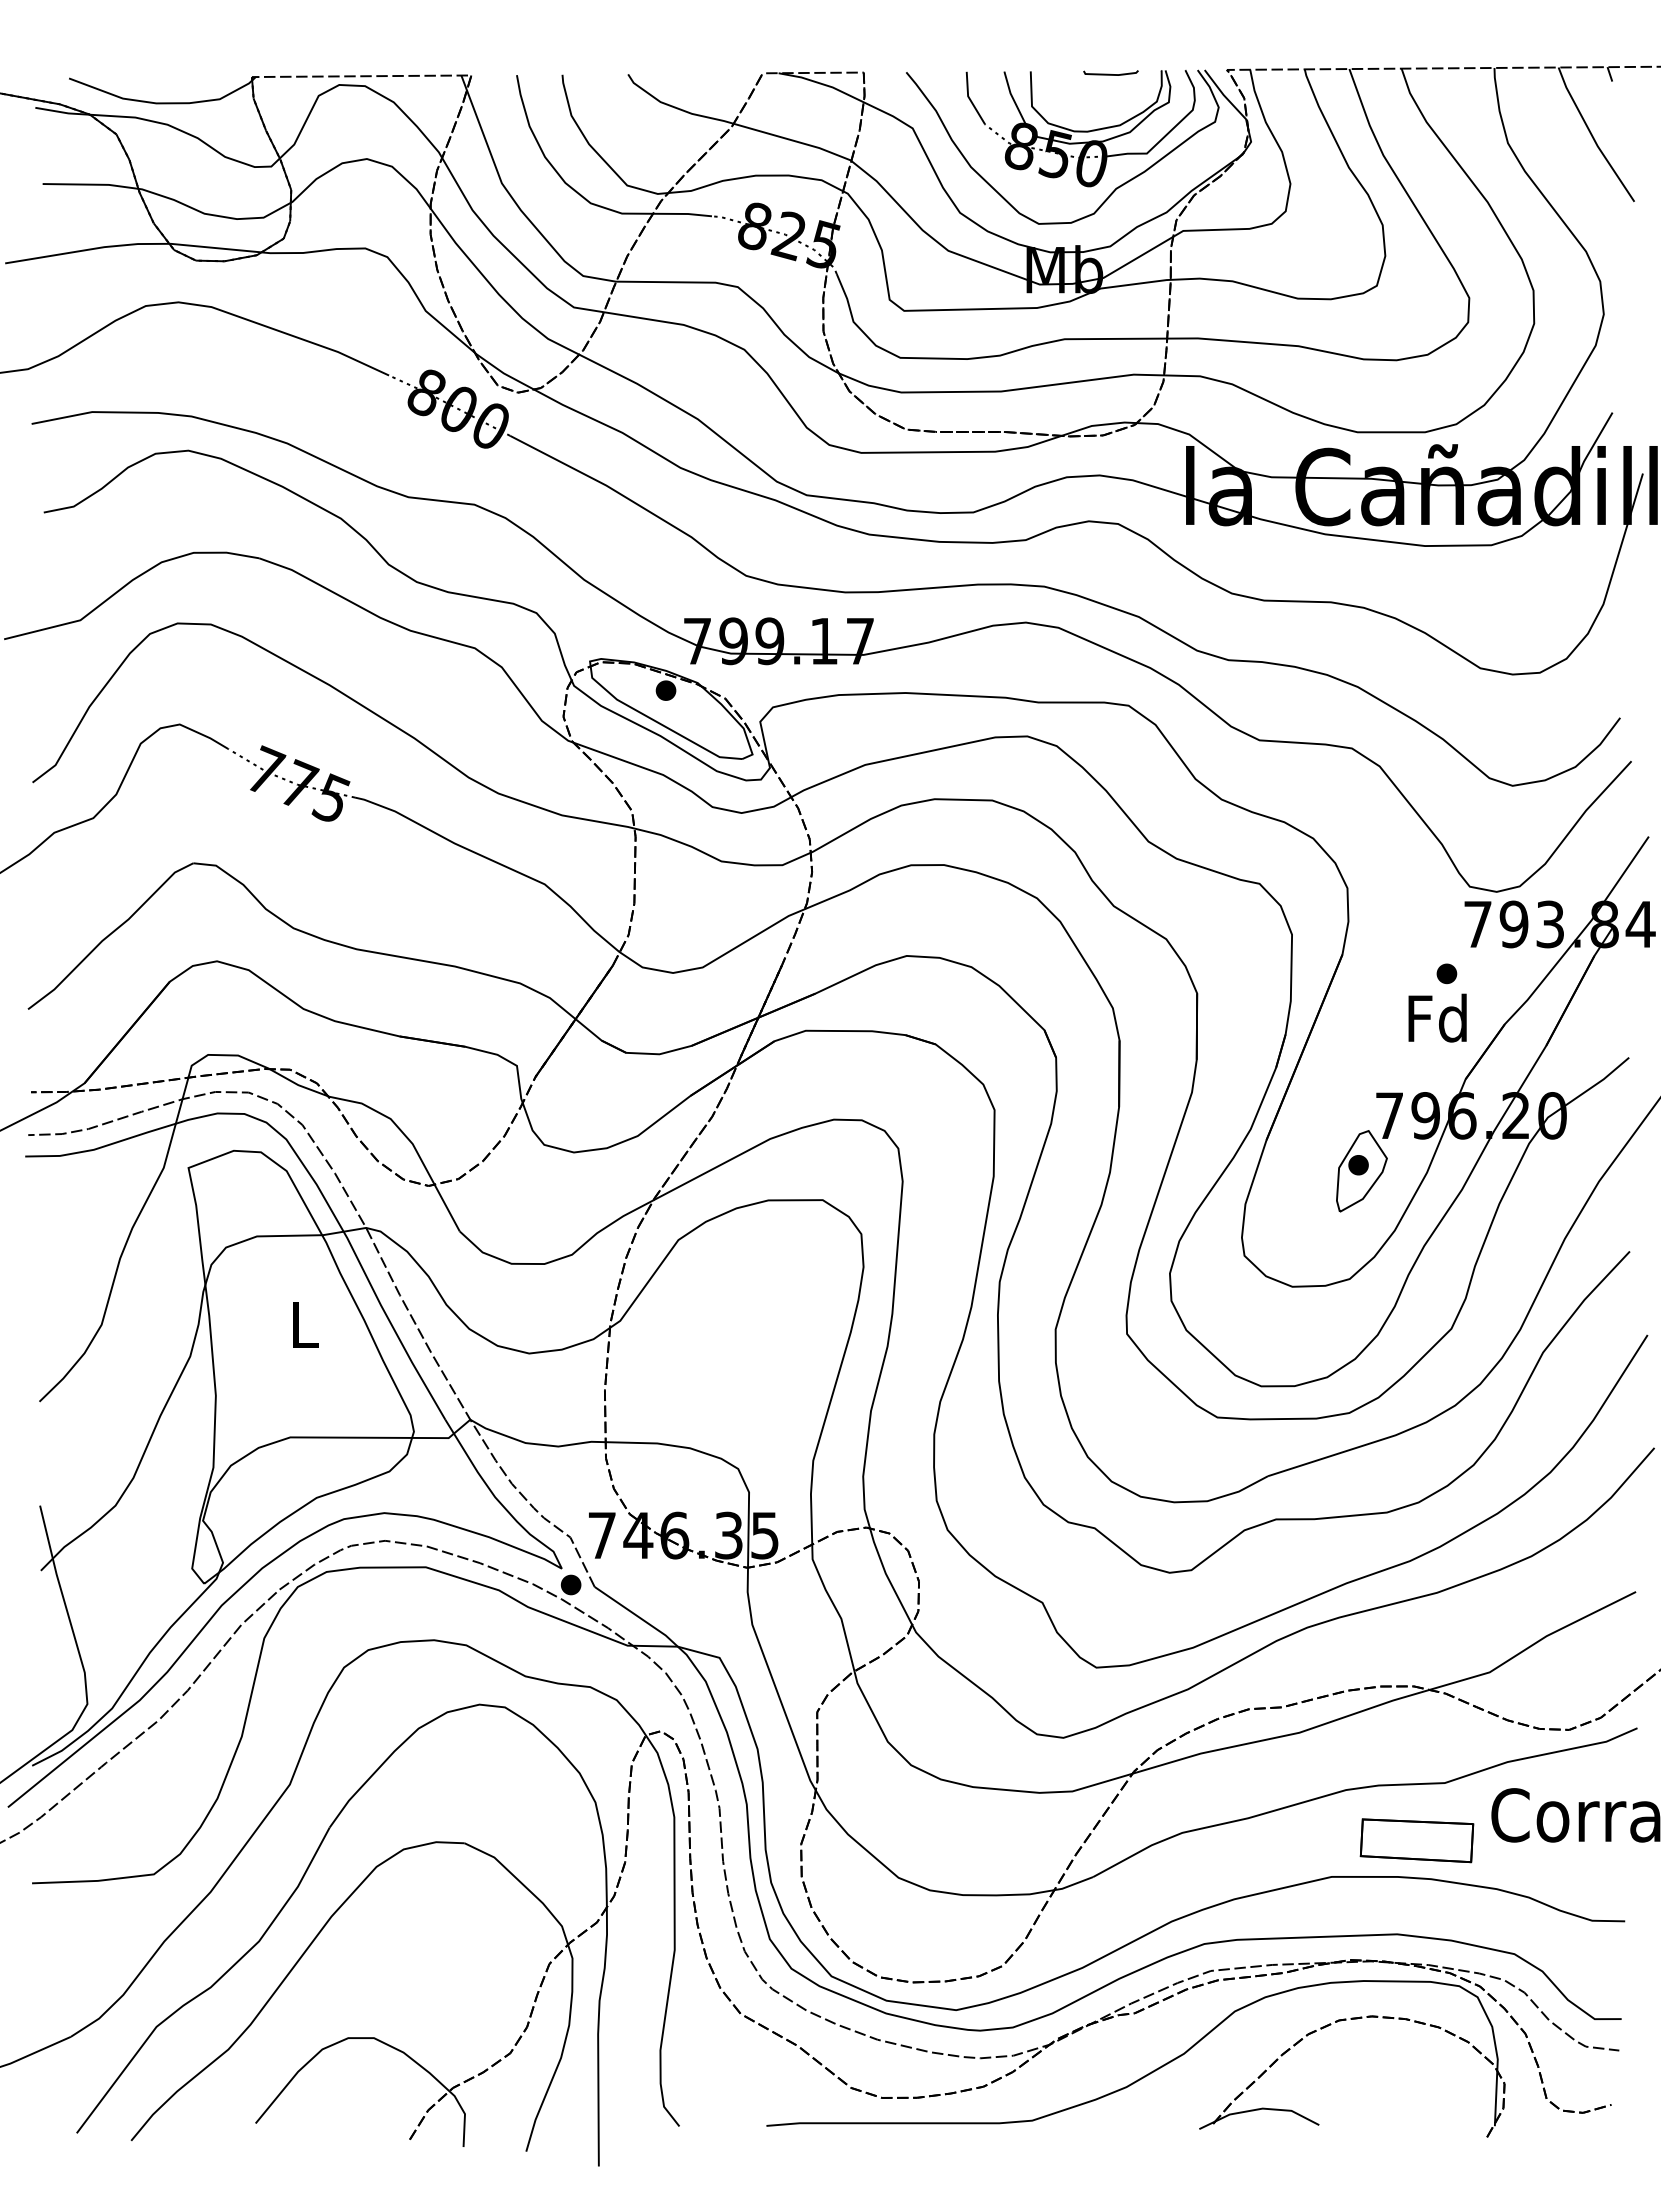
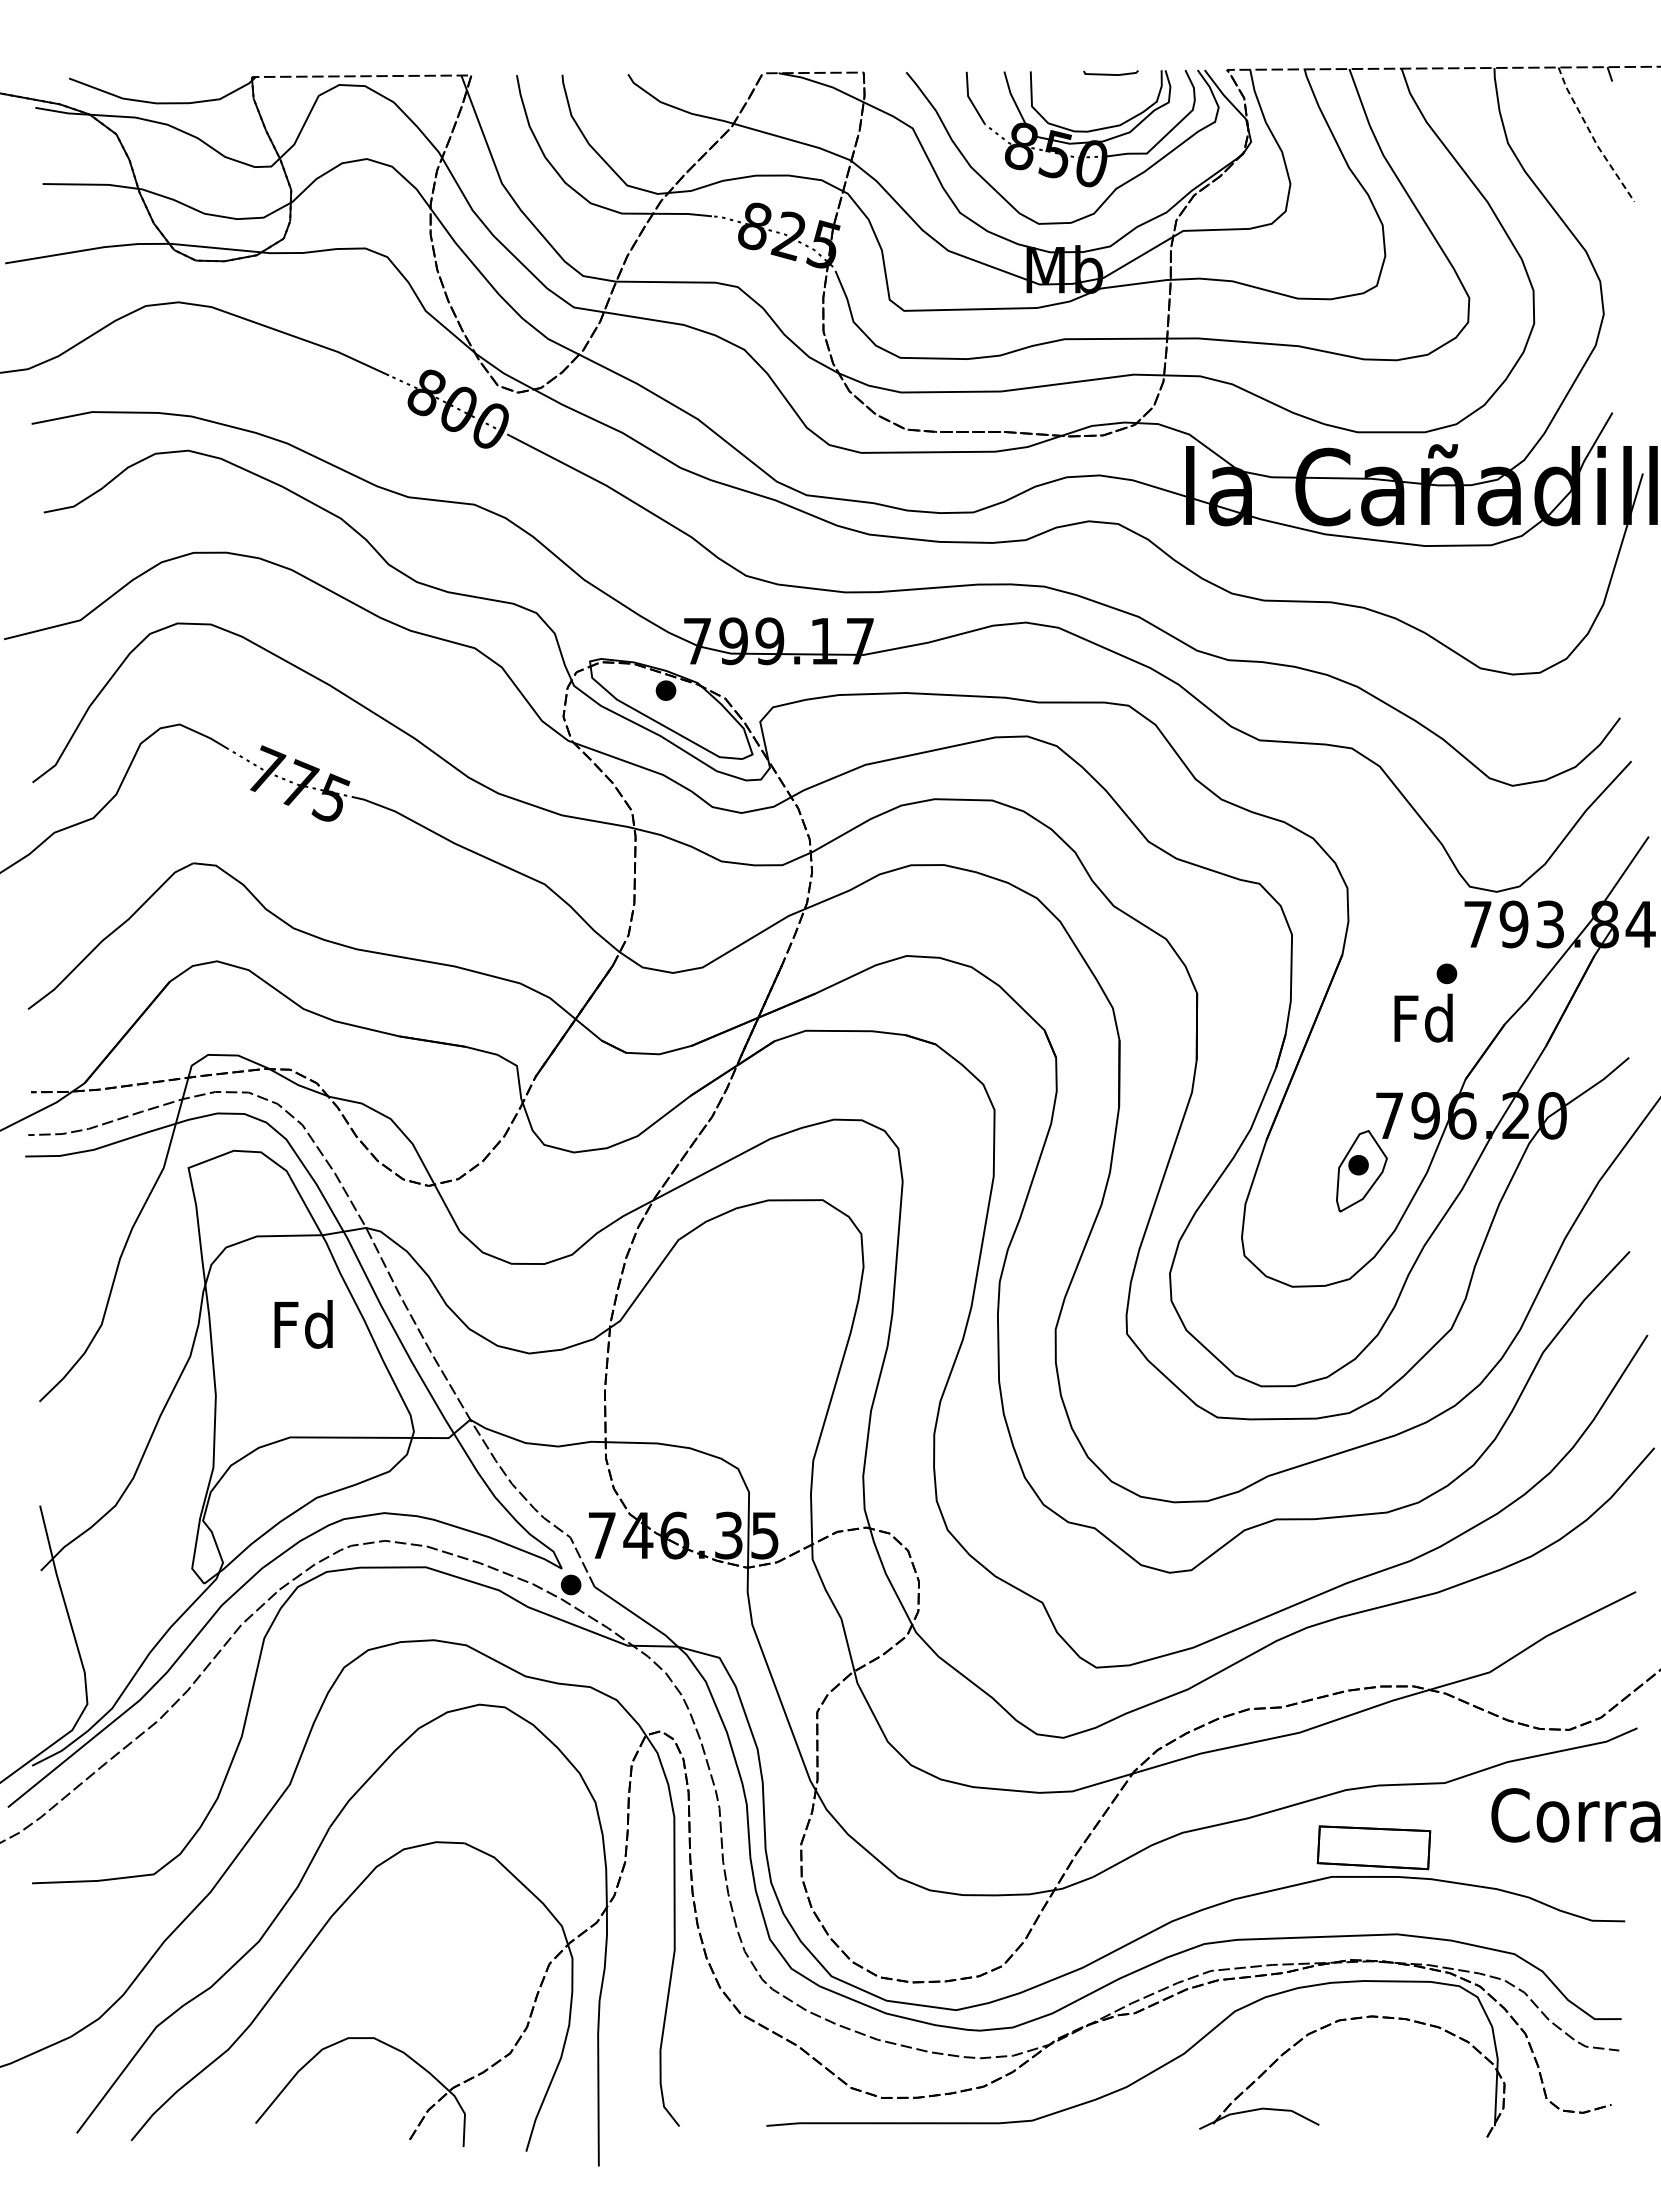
line at (1592, 136): solid -> dashed
text at (1437, 1017) position: (1437, 1017) -> (1423, 1017)
text at (303, 1324): L -> Fd
part at (1416, 1840) position: (1416, 1840) -> (1373, 1847)
